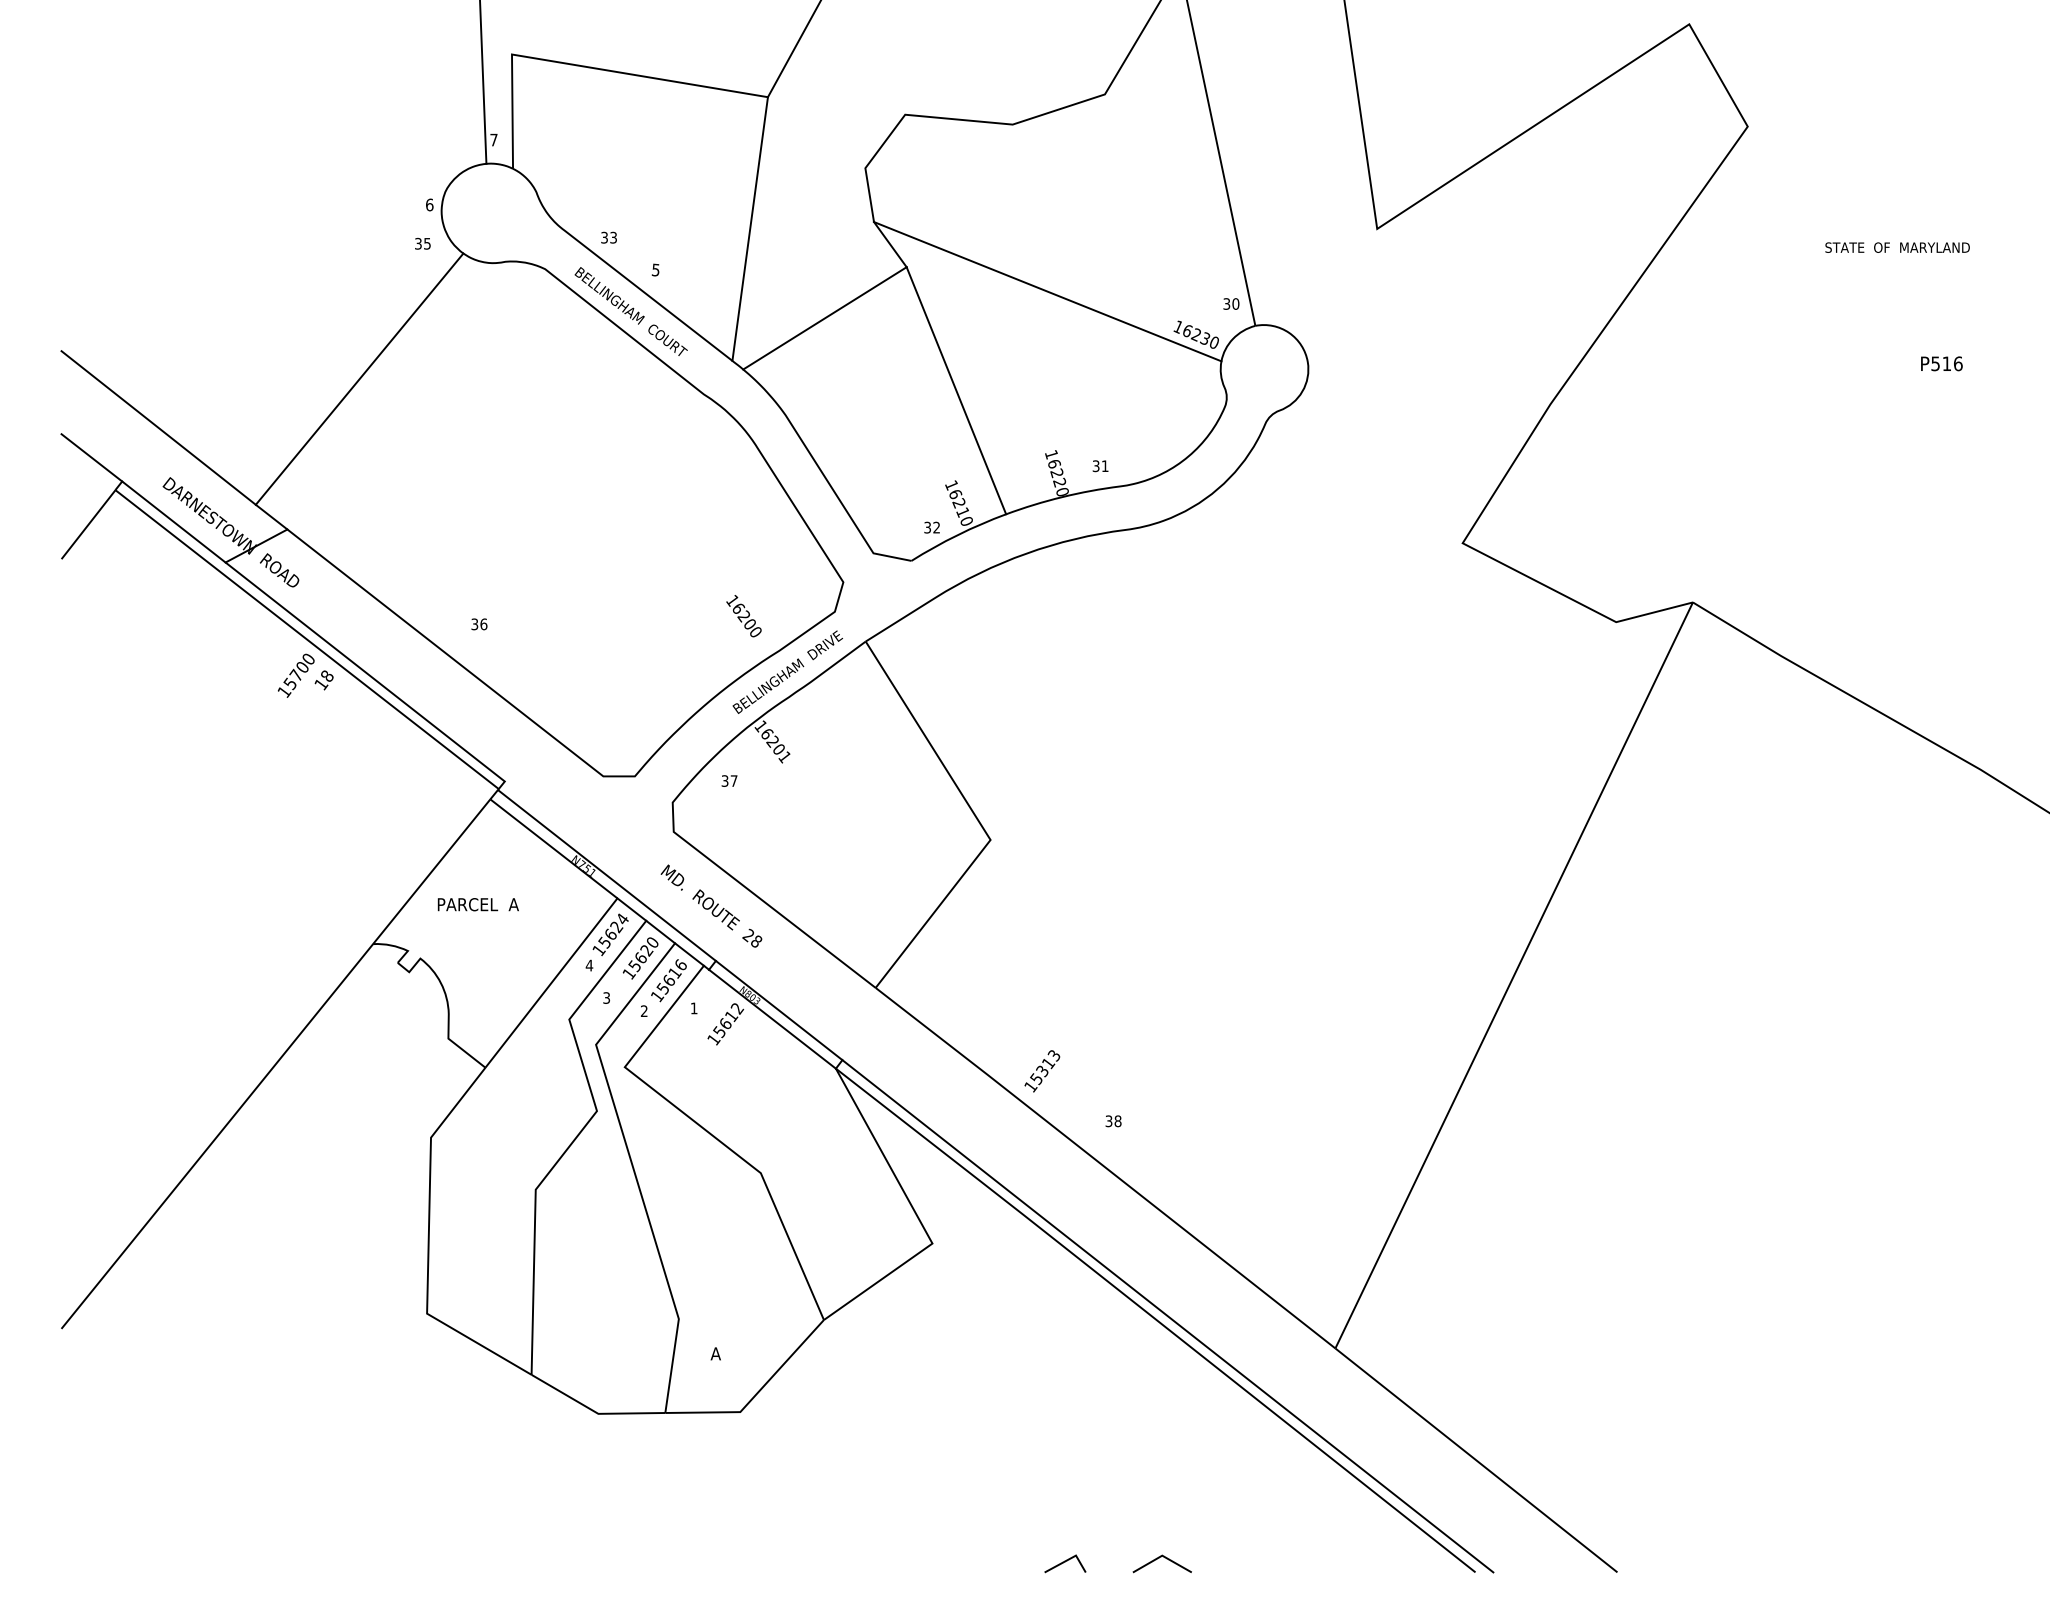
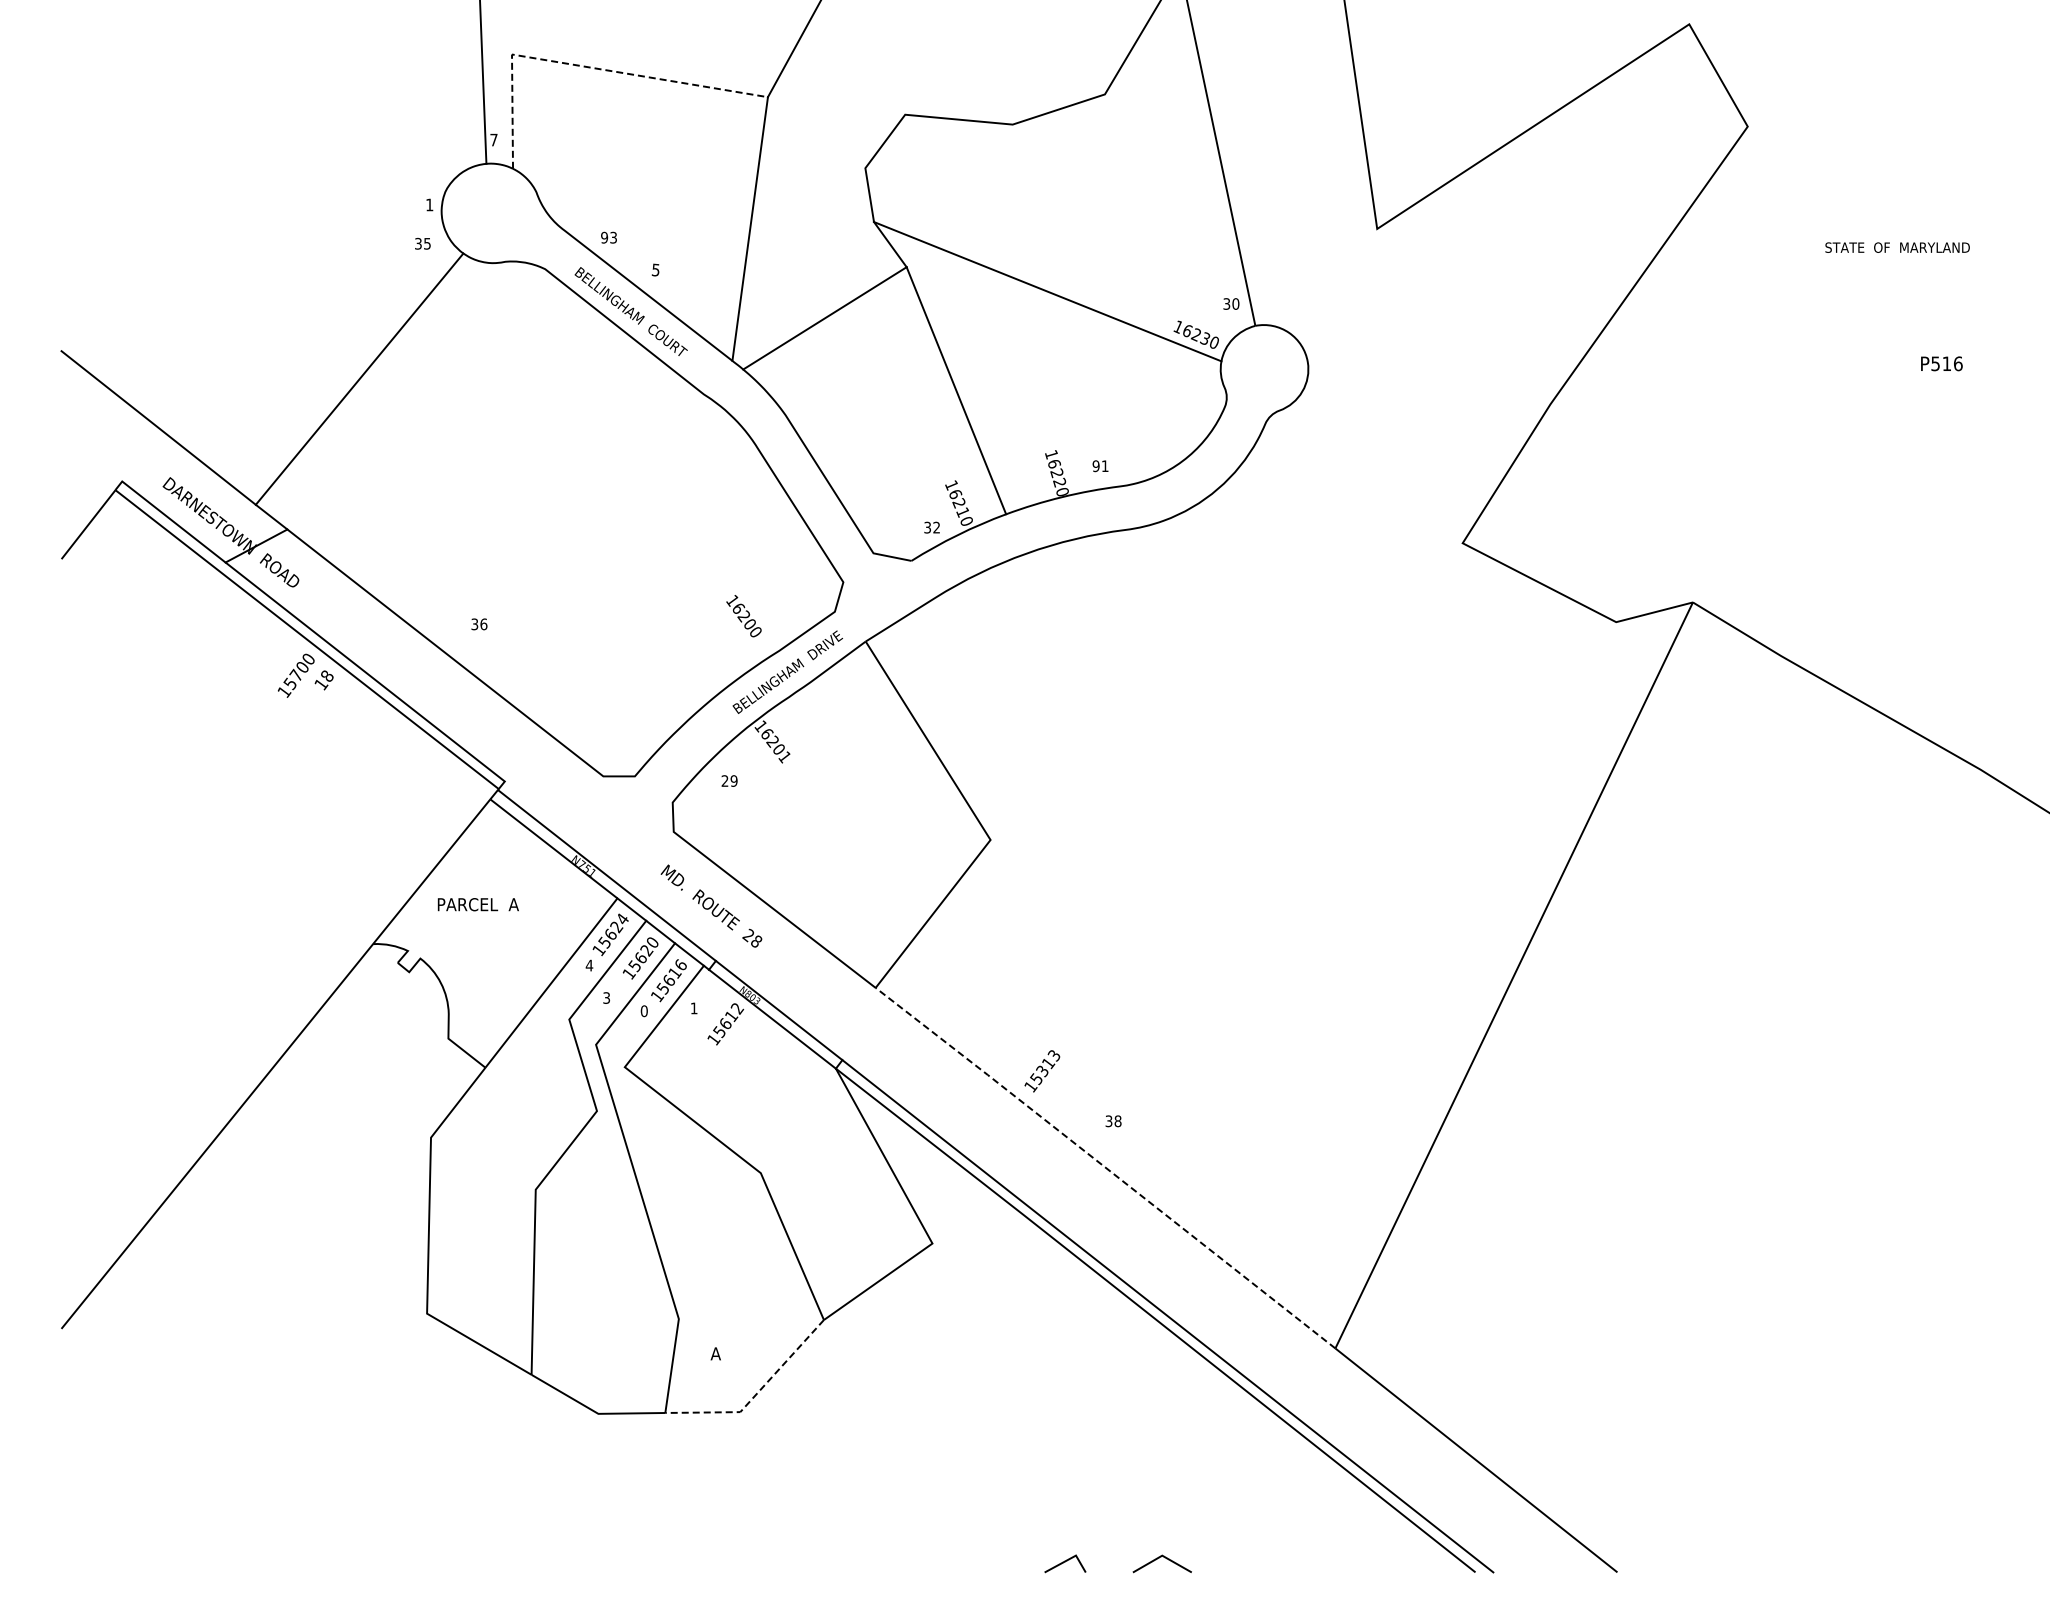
line at (582, 66): solid -> dashed
text at (429, 204): 6 -> 1
text at (604, 237): 33 -> 93
line at (91, 457): present -> none
text at (1095, 465): 31 -> 91
text at (729, 780): 37 -> 29
text at (643, 1011): 2 -> 0
line at (1105, 1167): solid -> dashed
line at (756, 1394): solid -> dashed
